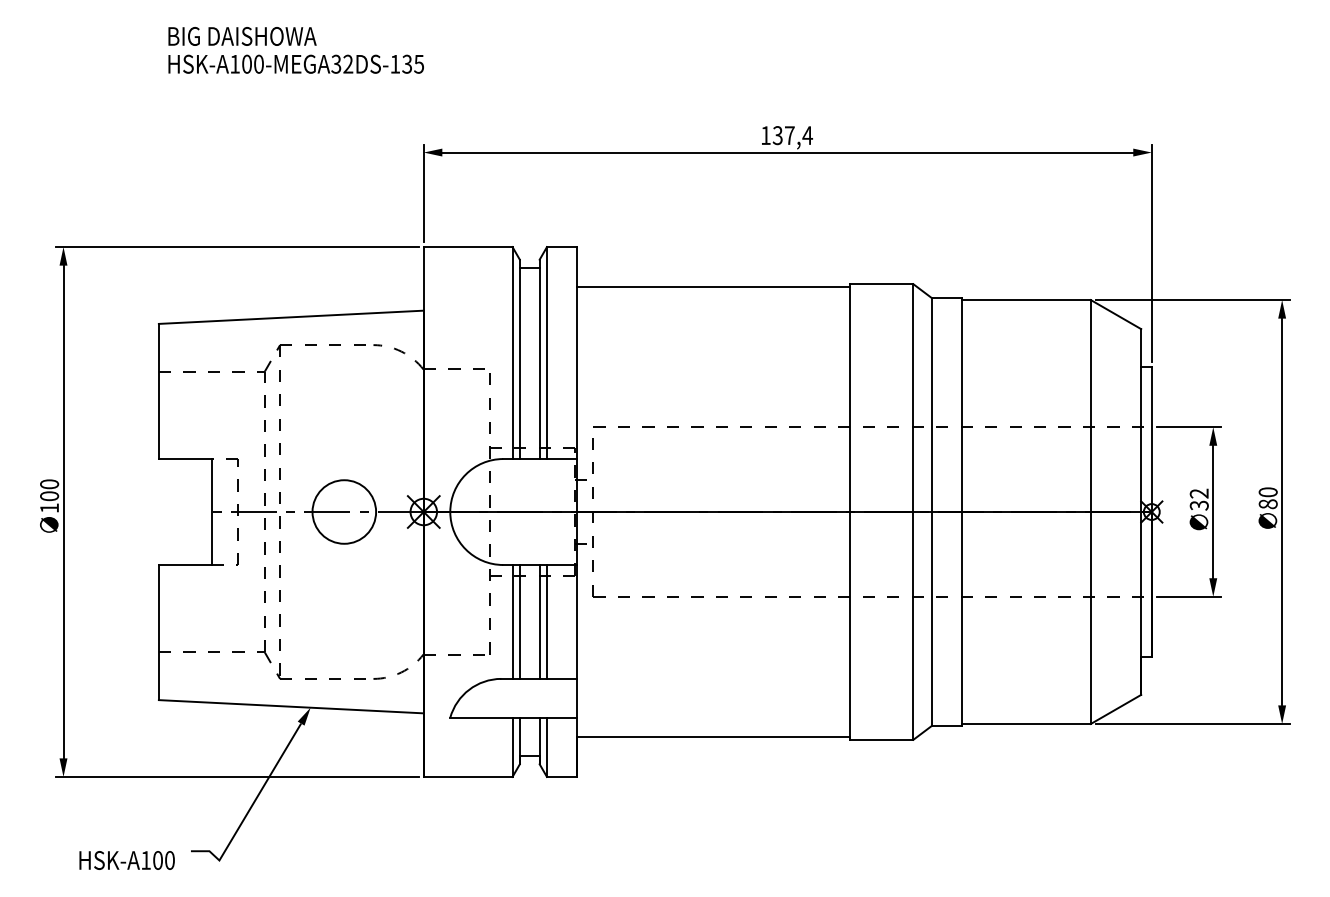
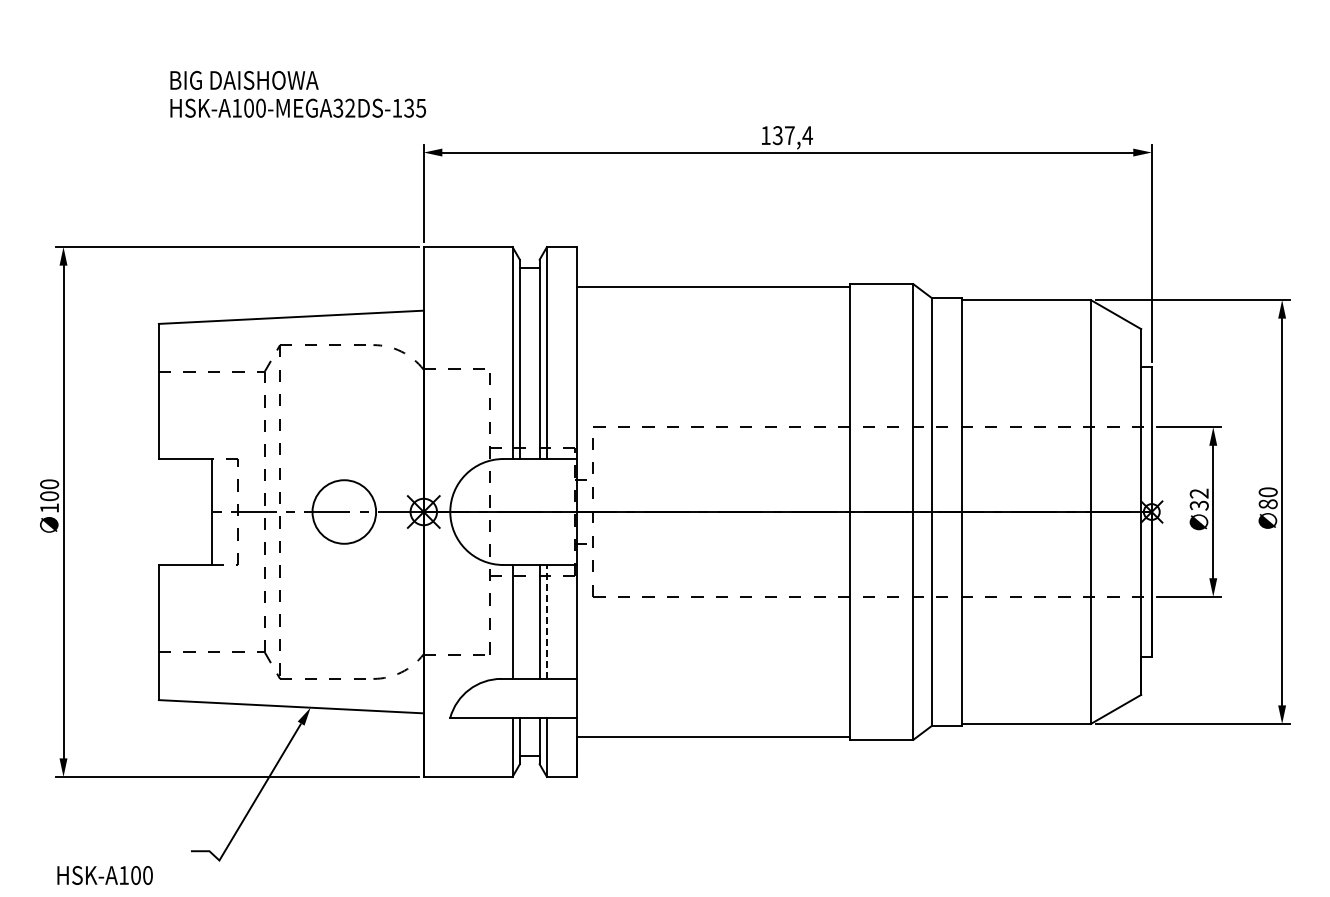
text at (295, 50) position: (295, 50) -> (297, 94)
line at (519, 621): present -> none
line at (546, 621): solid -> dashed
text at (126, 860) position: (126, 860) -> (104, 875)
